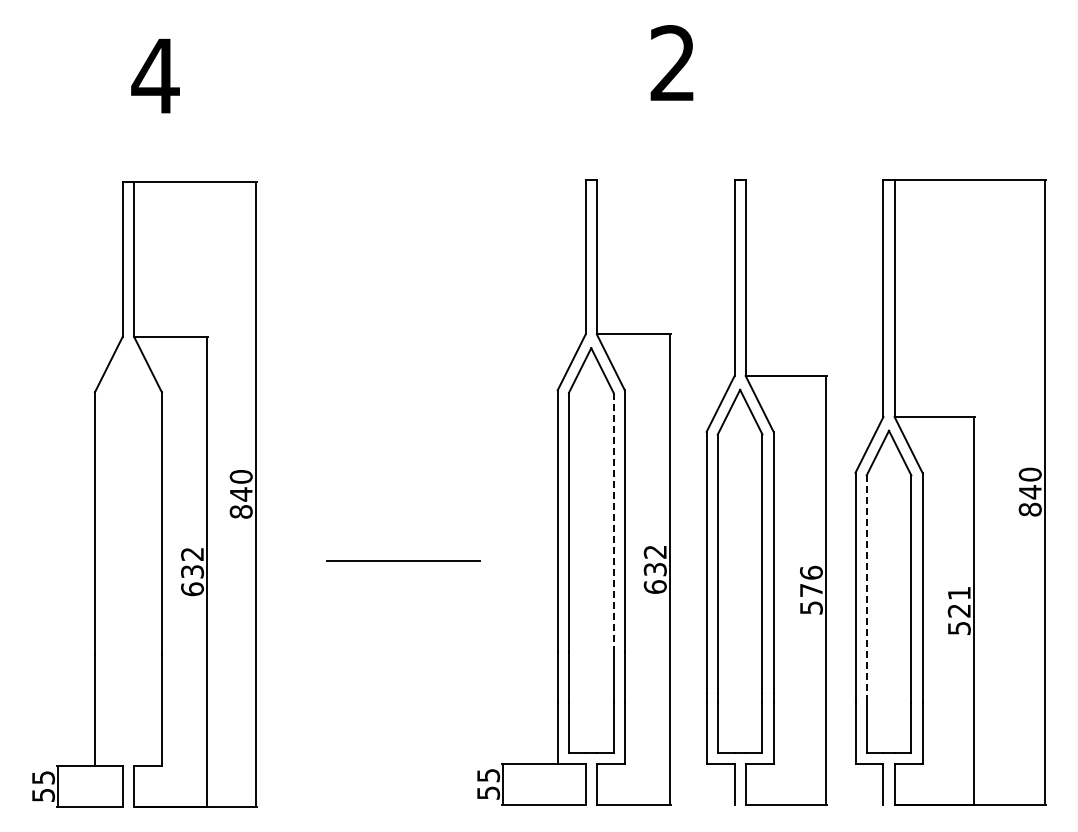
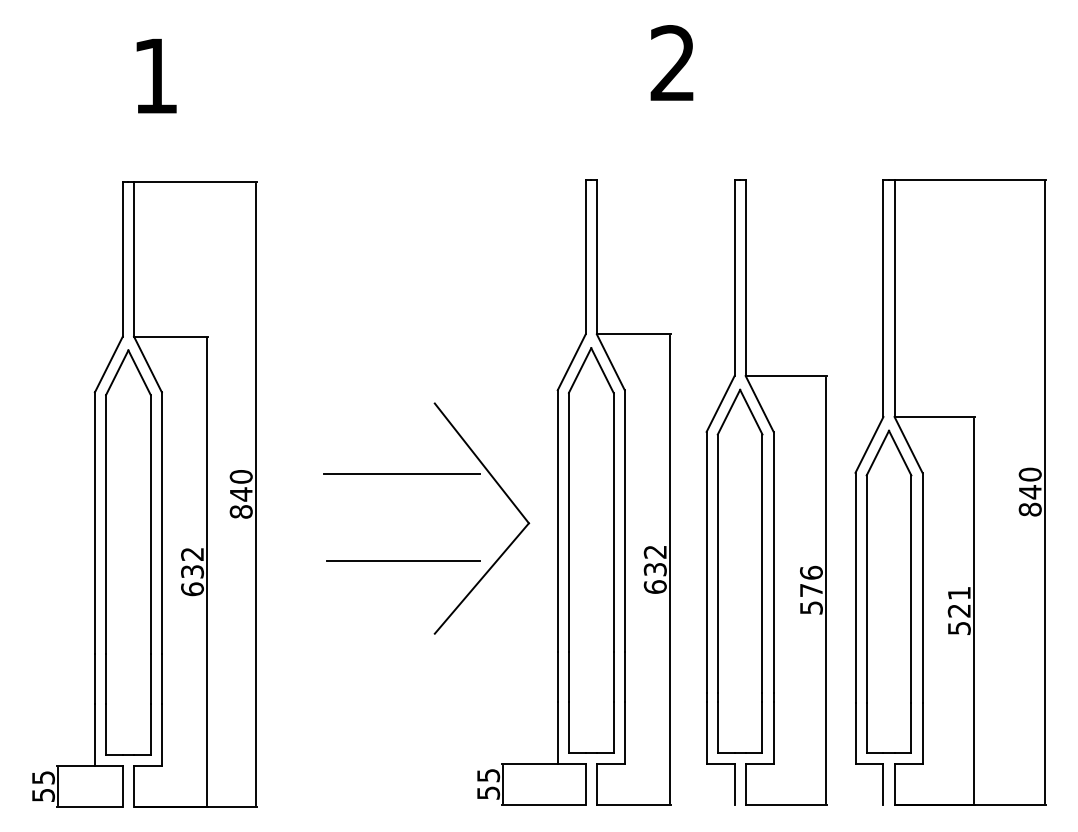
text at (155, 75): 4 -> 1
part at (426, 474): none -> present
line at (613, 522): dashed -> solid
part at (128, 552): none -> present
line at (866, 589): dashed -> solid
